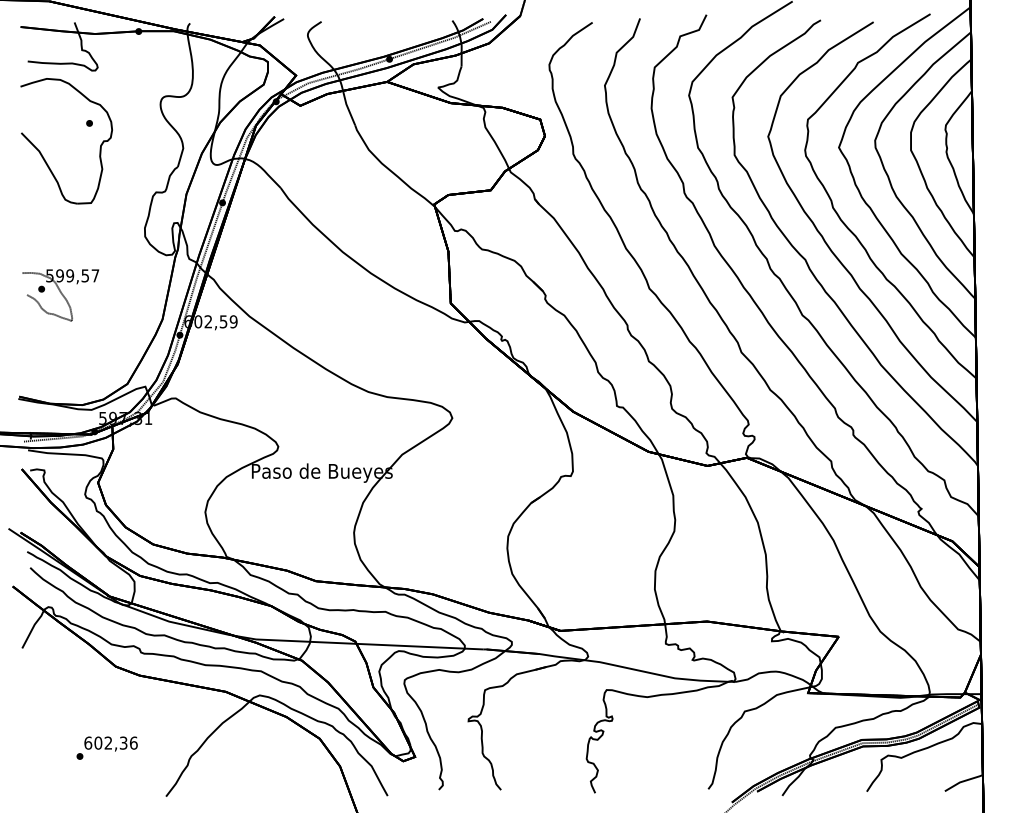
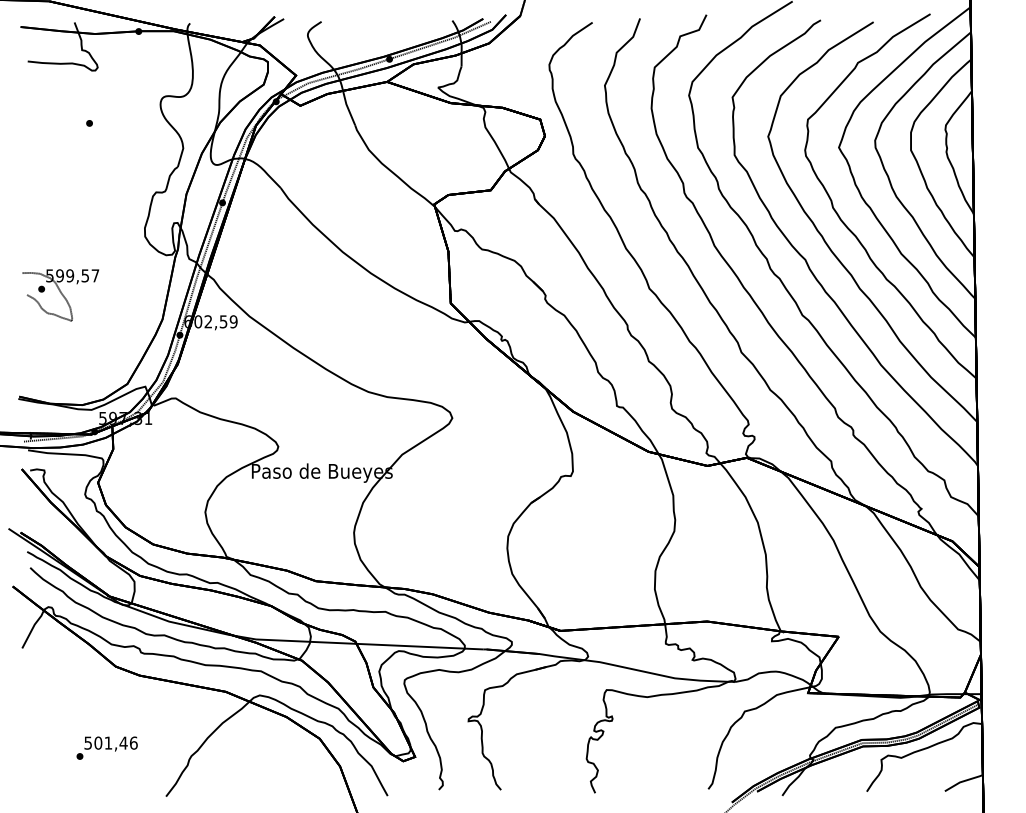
part at (42, 154): present -> none
text at (105, 742): 602,36 -> 501,46
